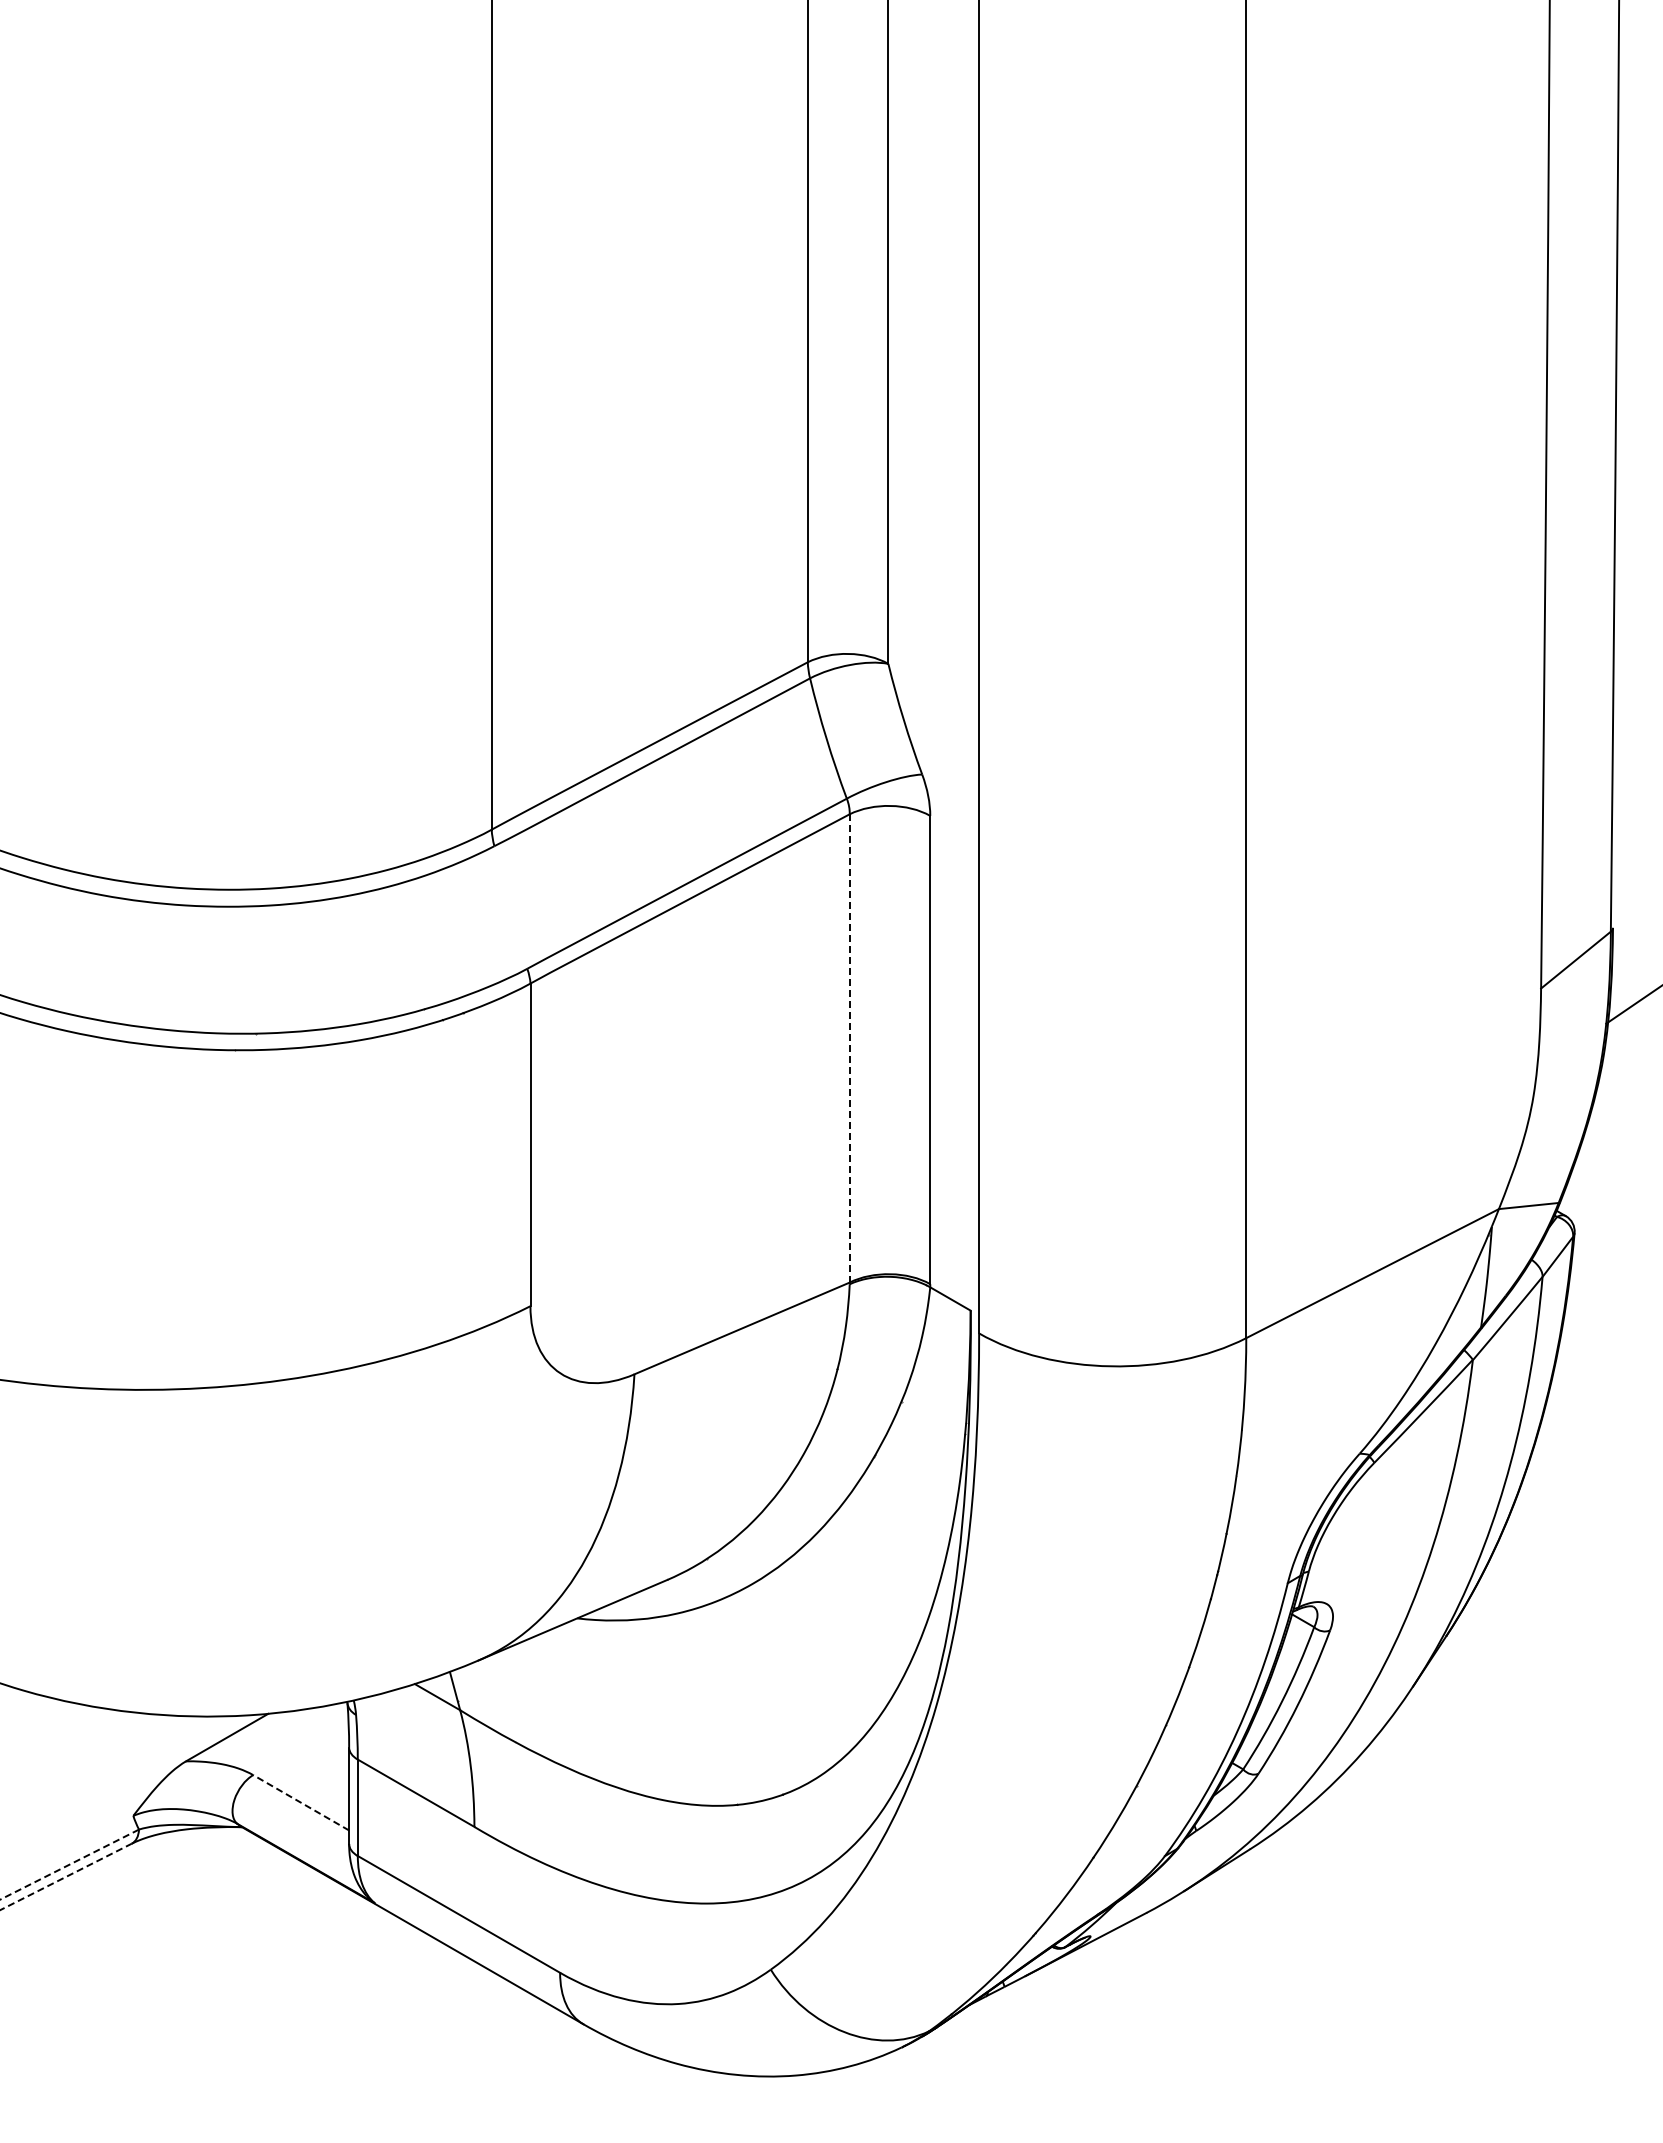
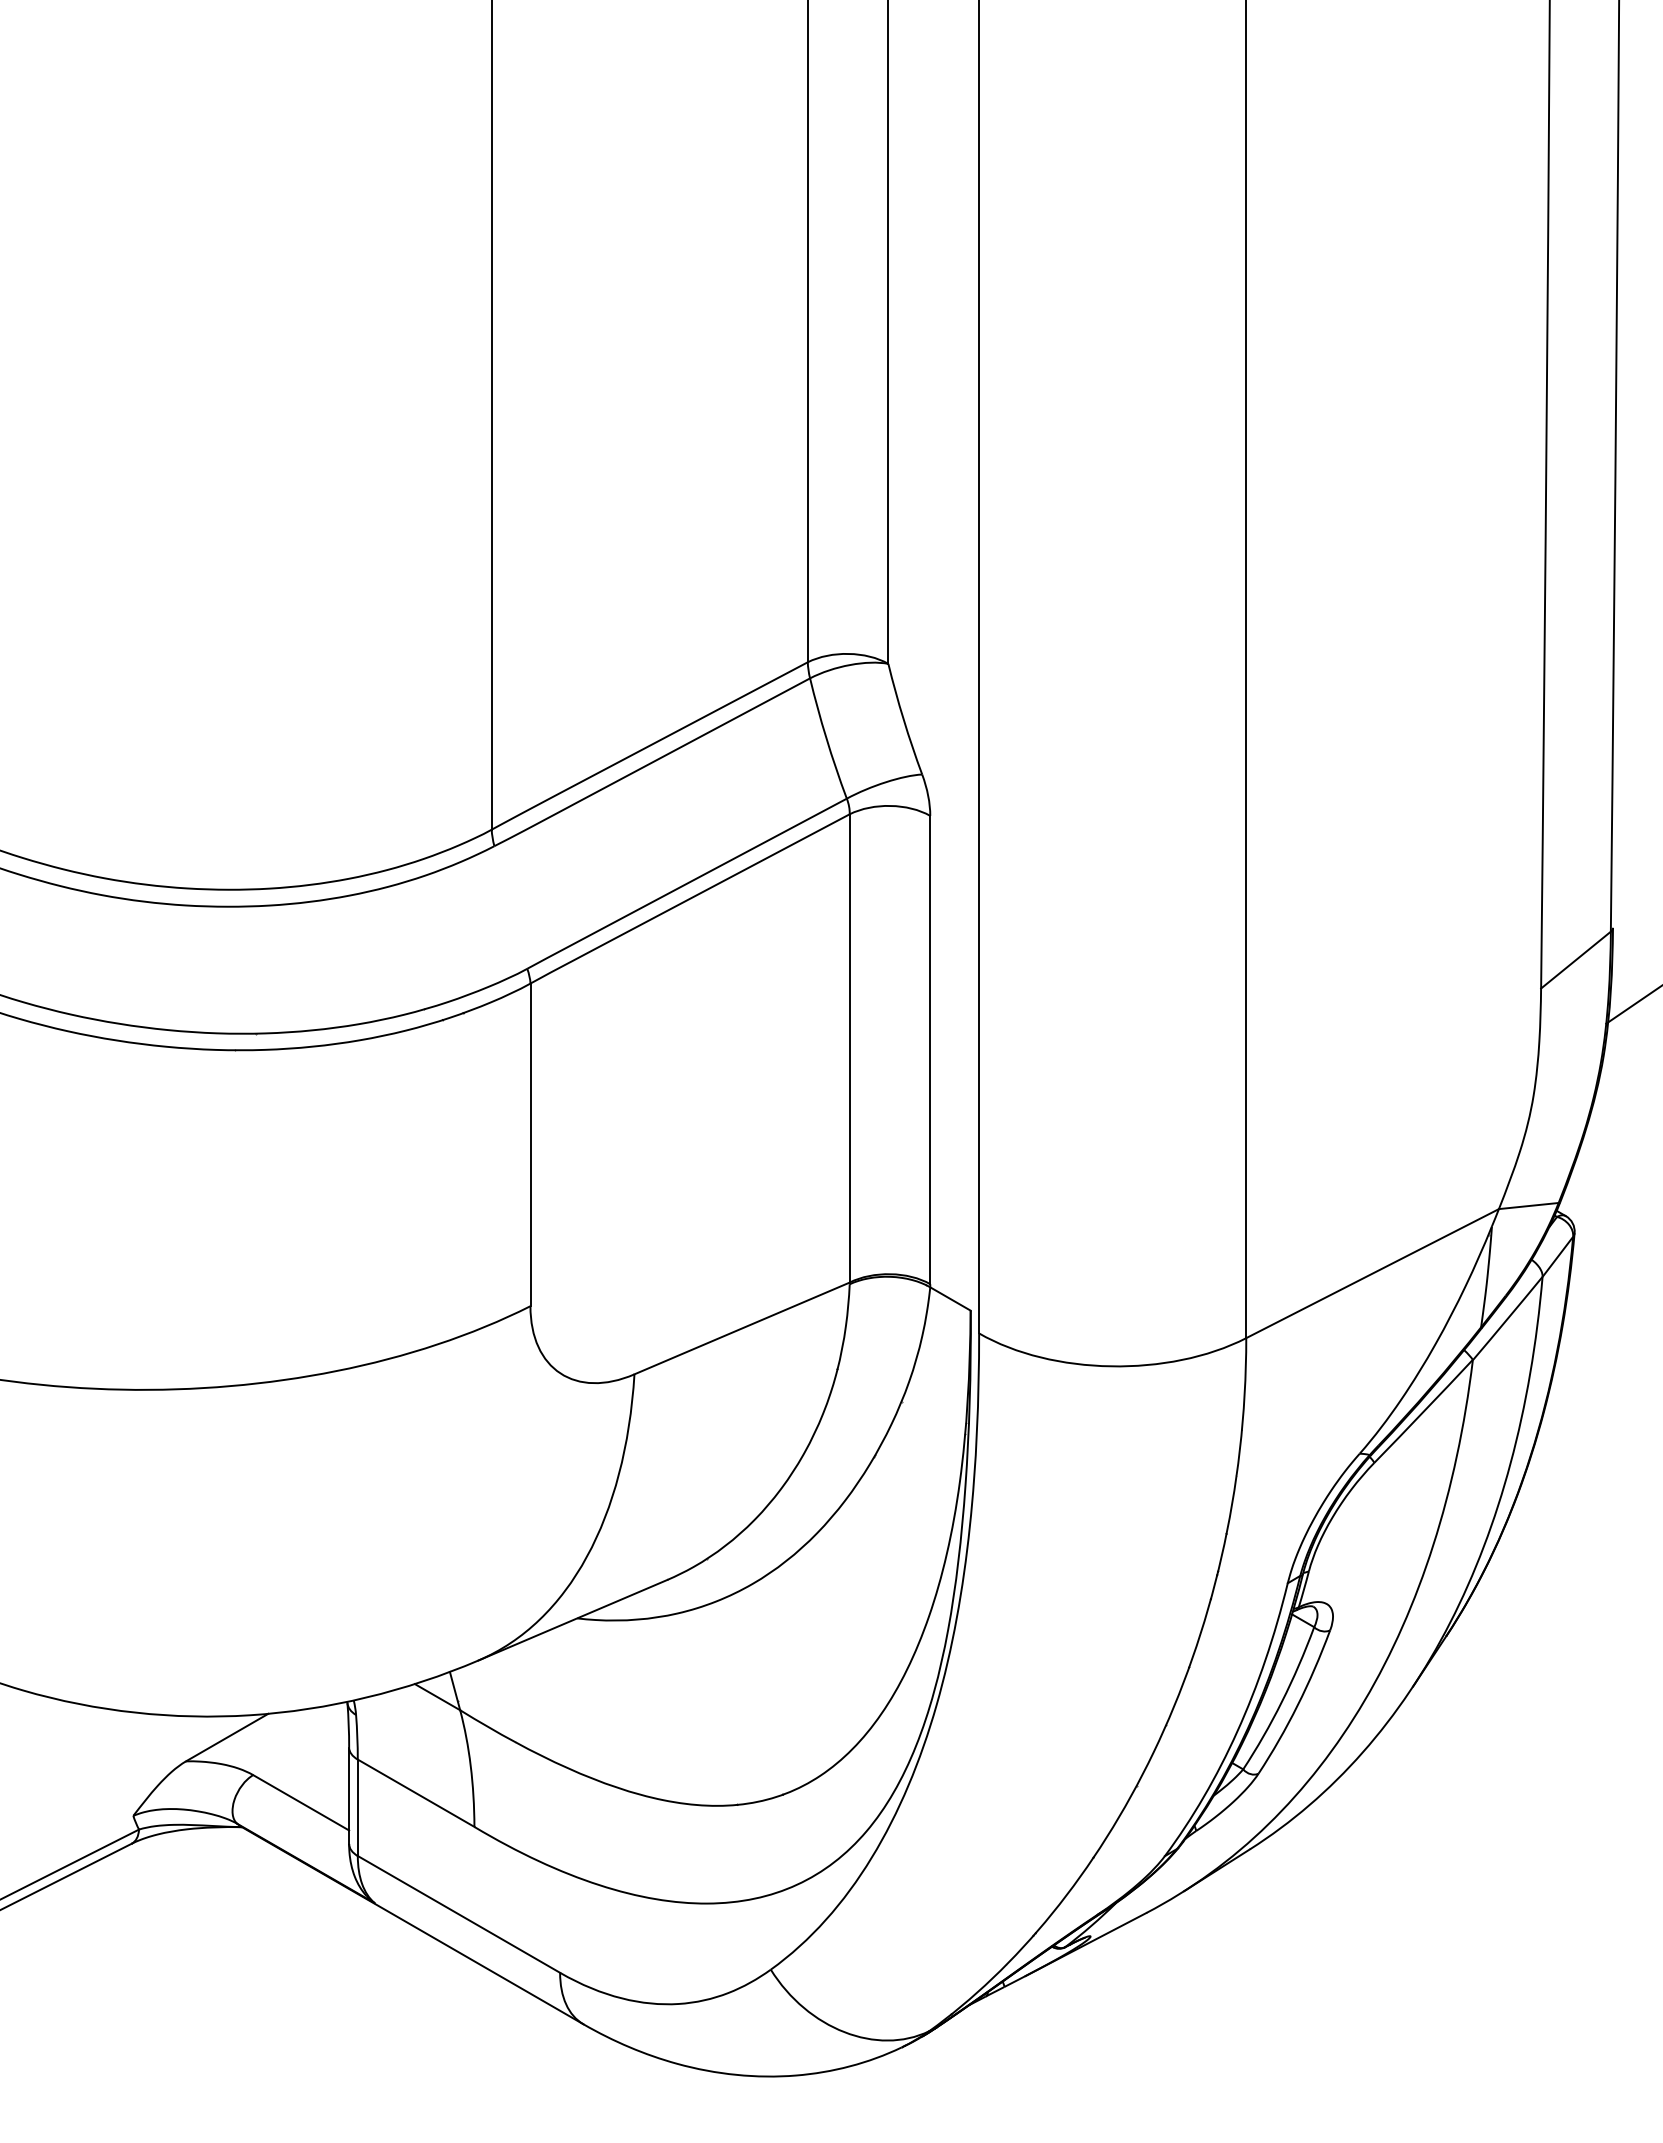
line at (849, 1048): dashed -> solid
line at (300, 1802): dashed -> solid
line at (69, 1864): dashed -> solid
line at (66, 1876): dashed -> solid
